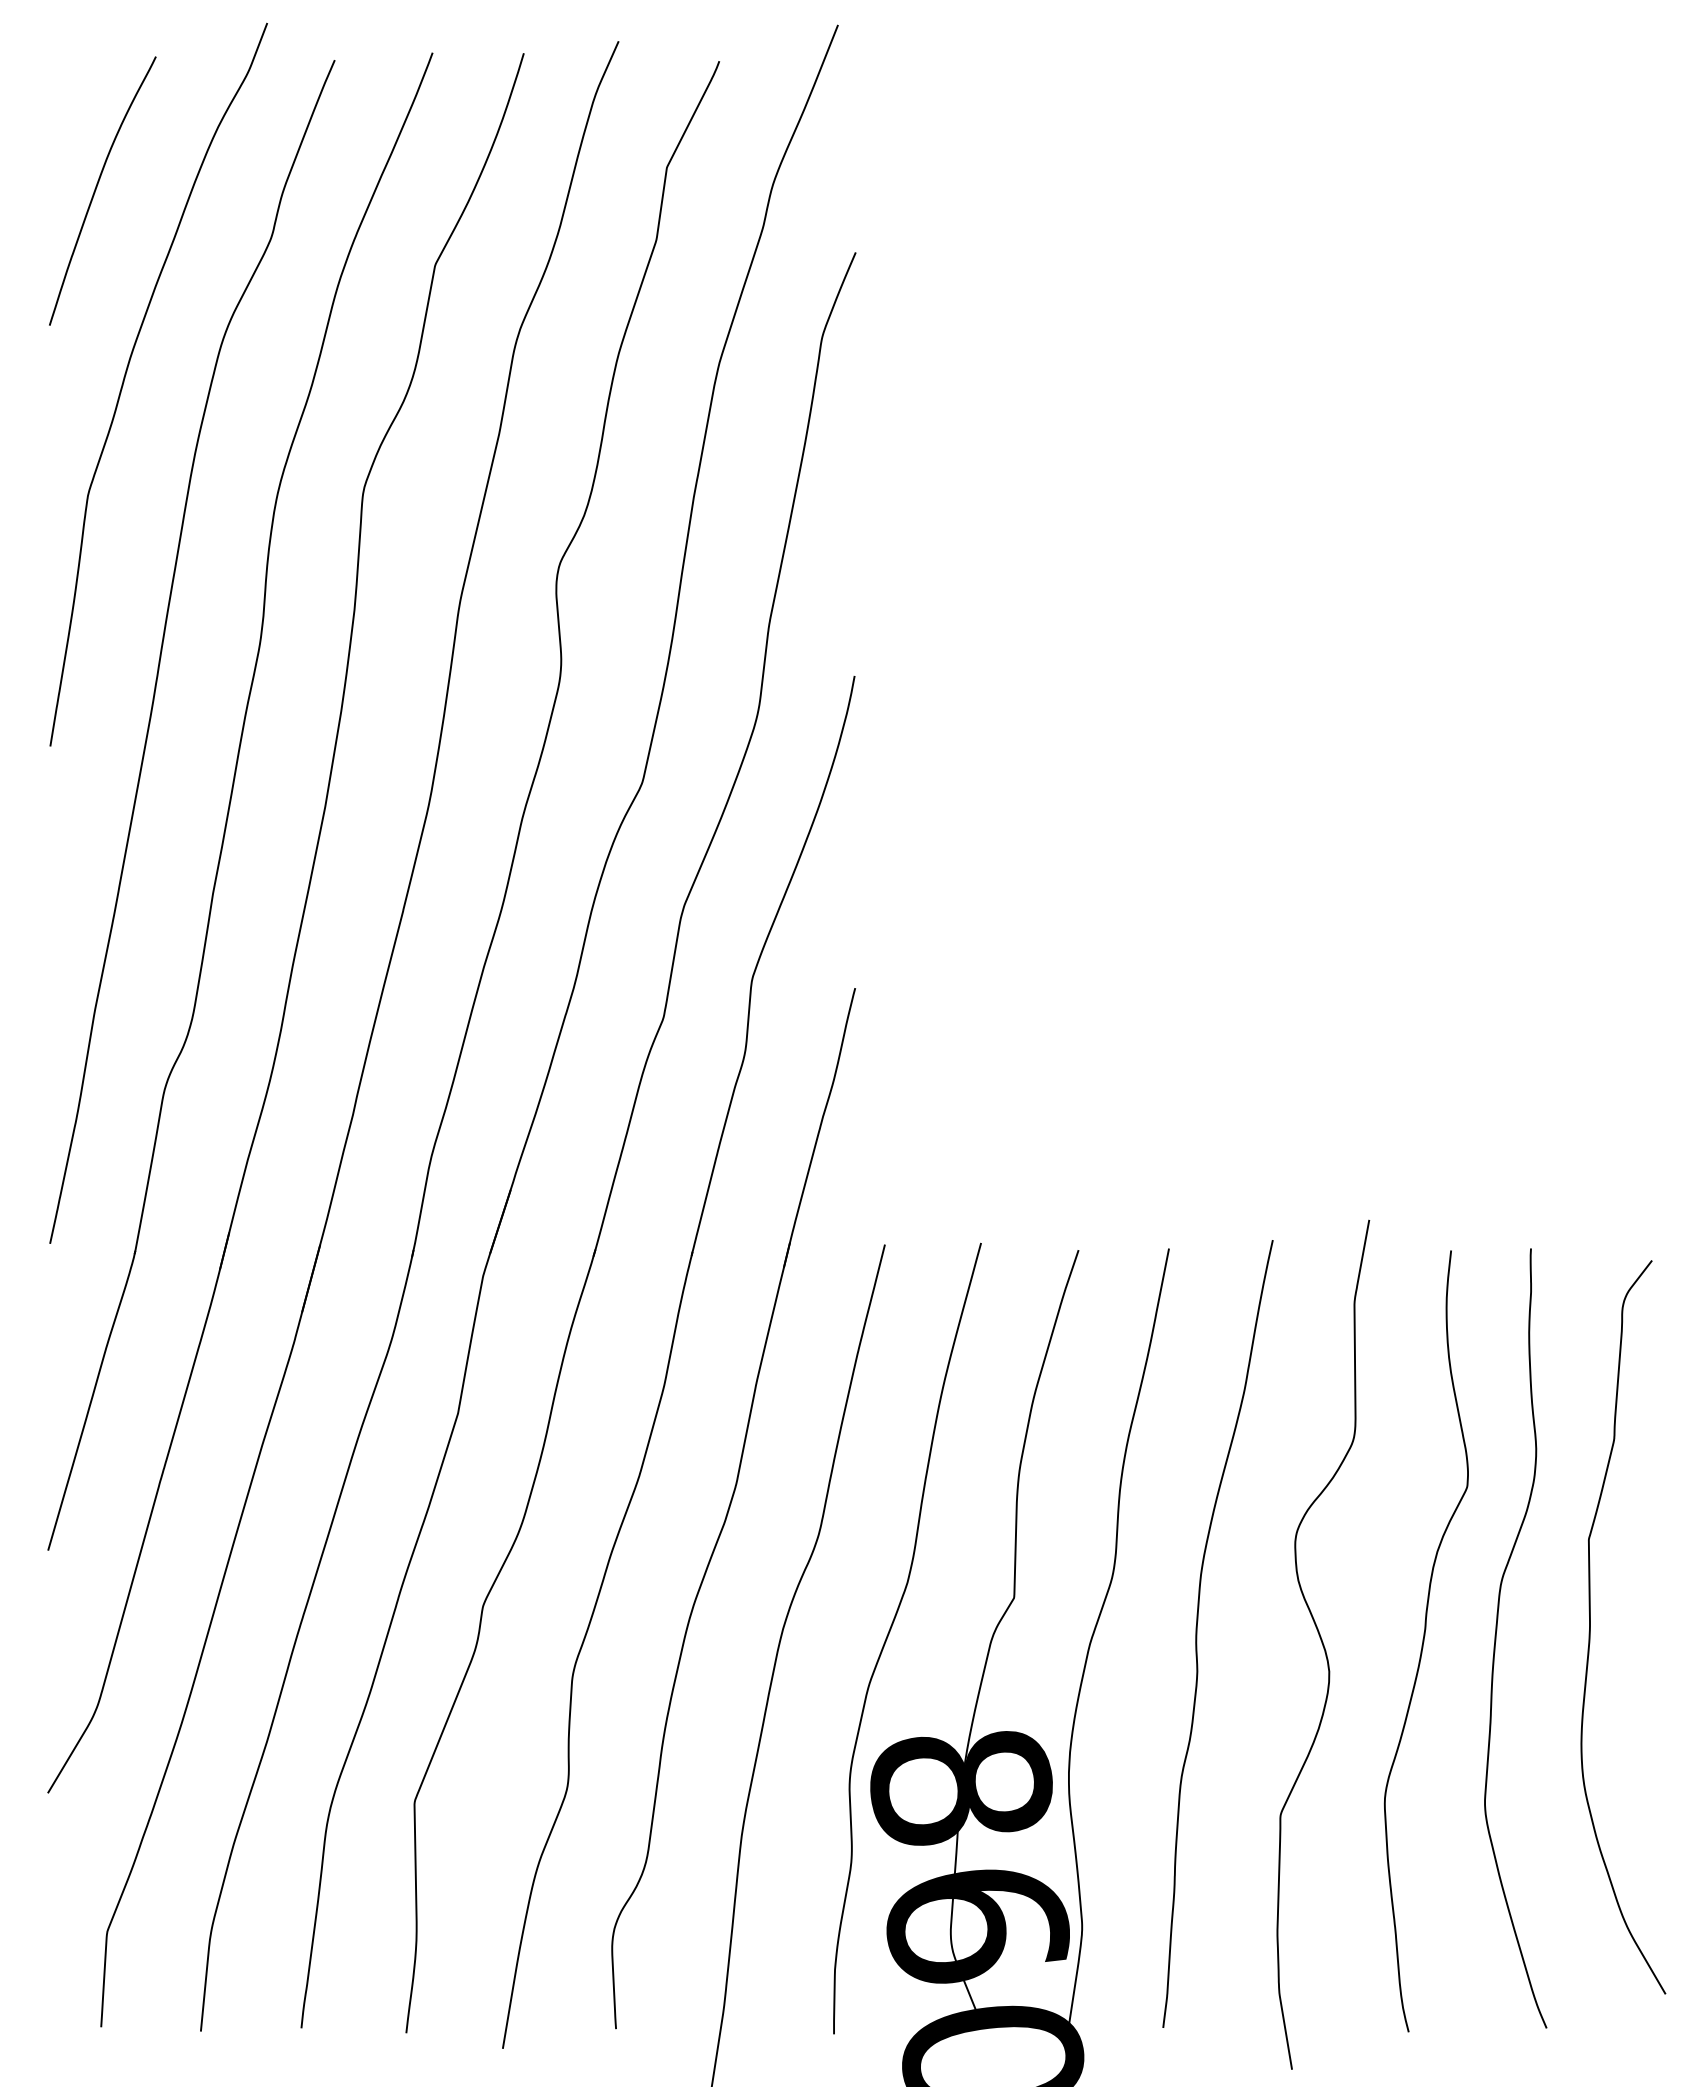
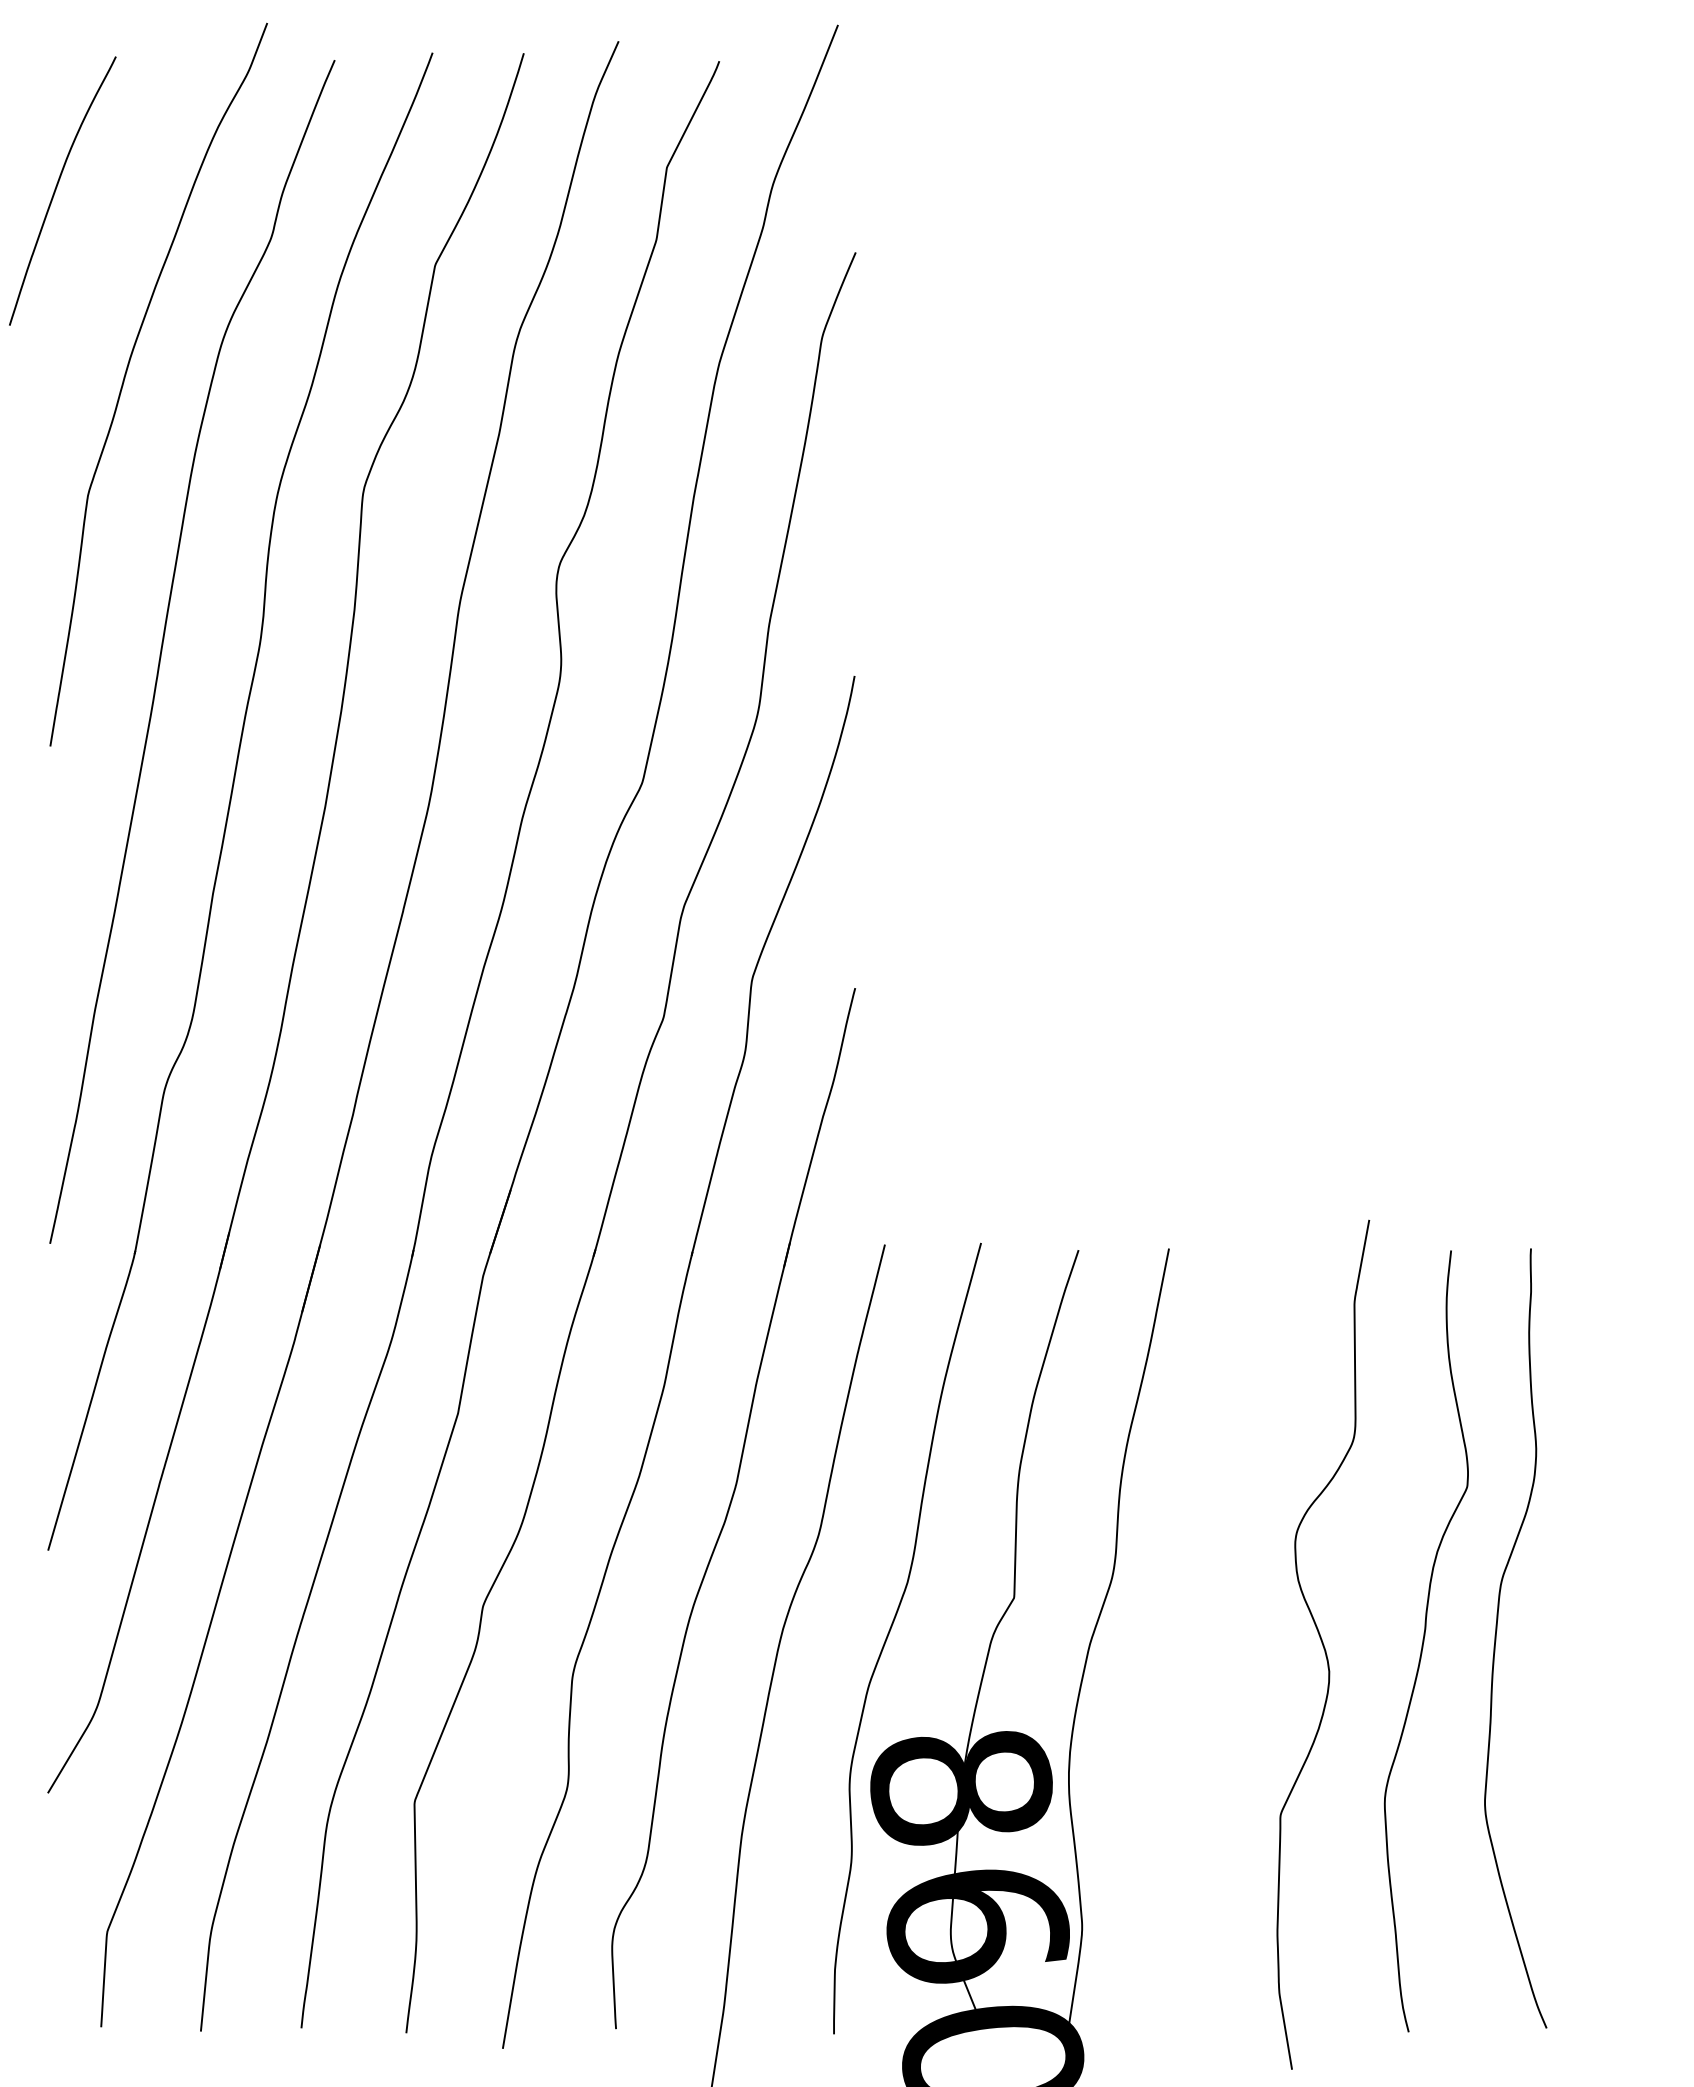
curve at (97, 187) position: (97, 187) -> (57, 187)
curve at (1590, 1627): present -> none
curve at (1197, 1633): present -> none
